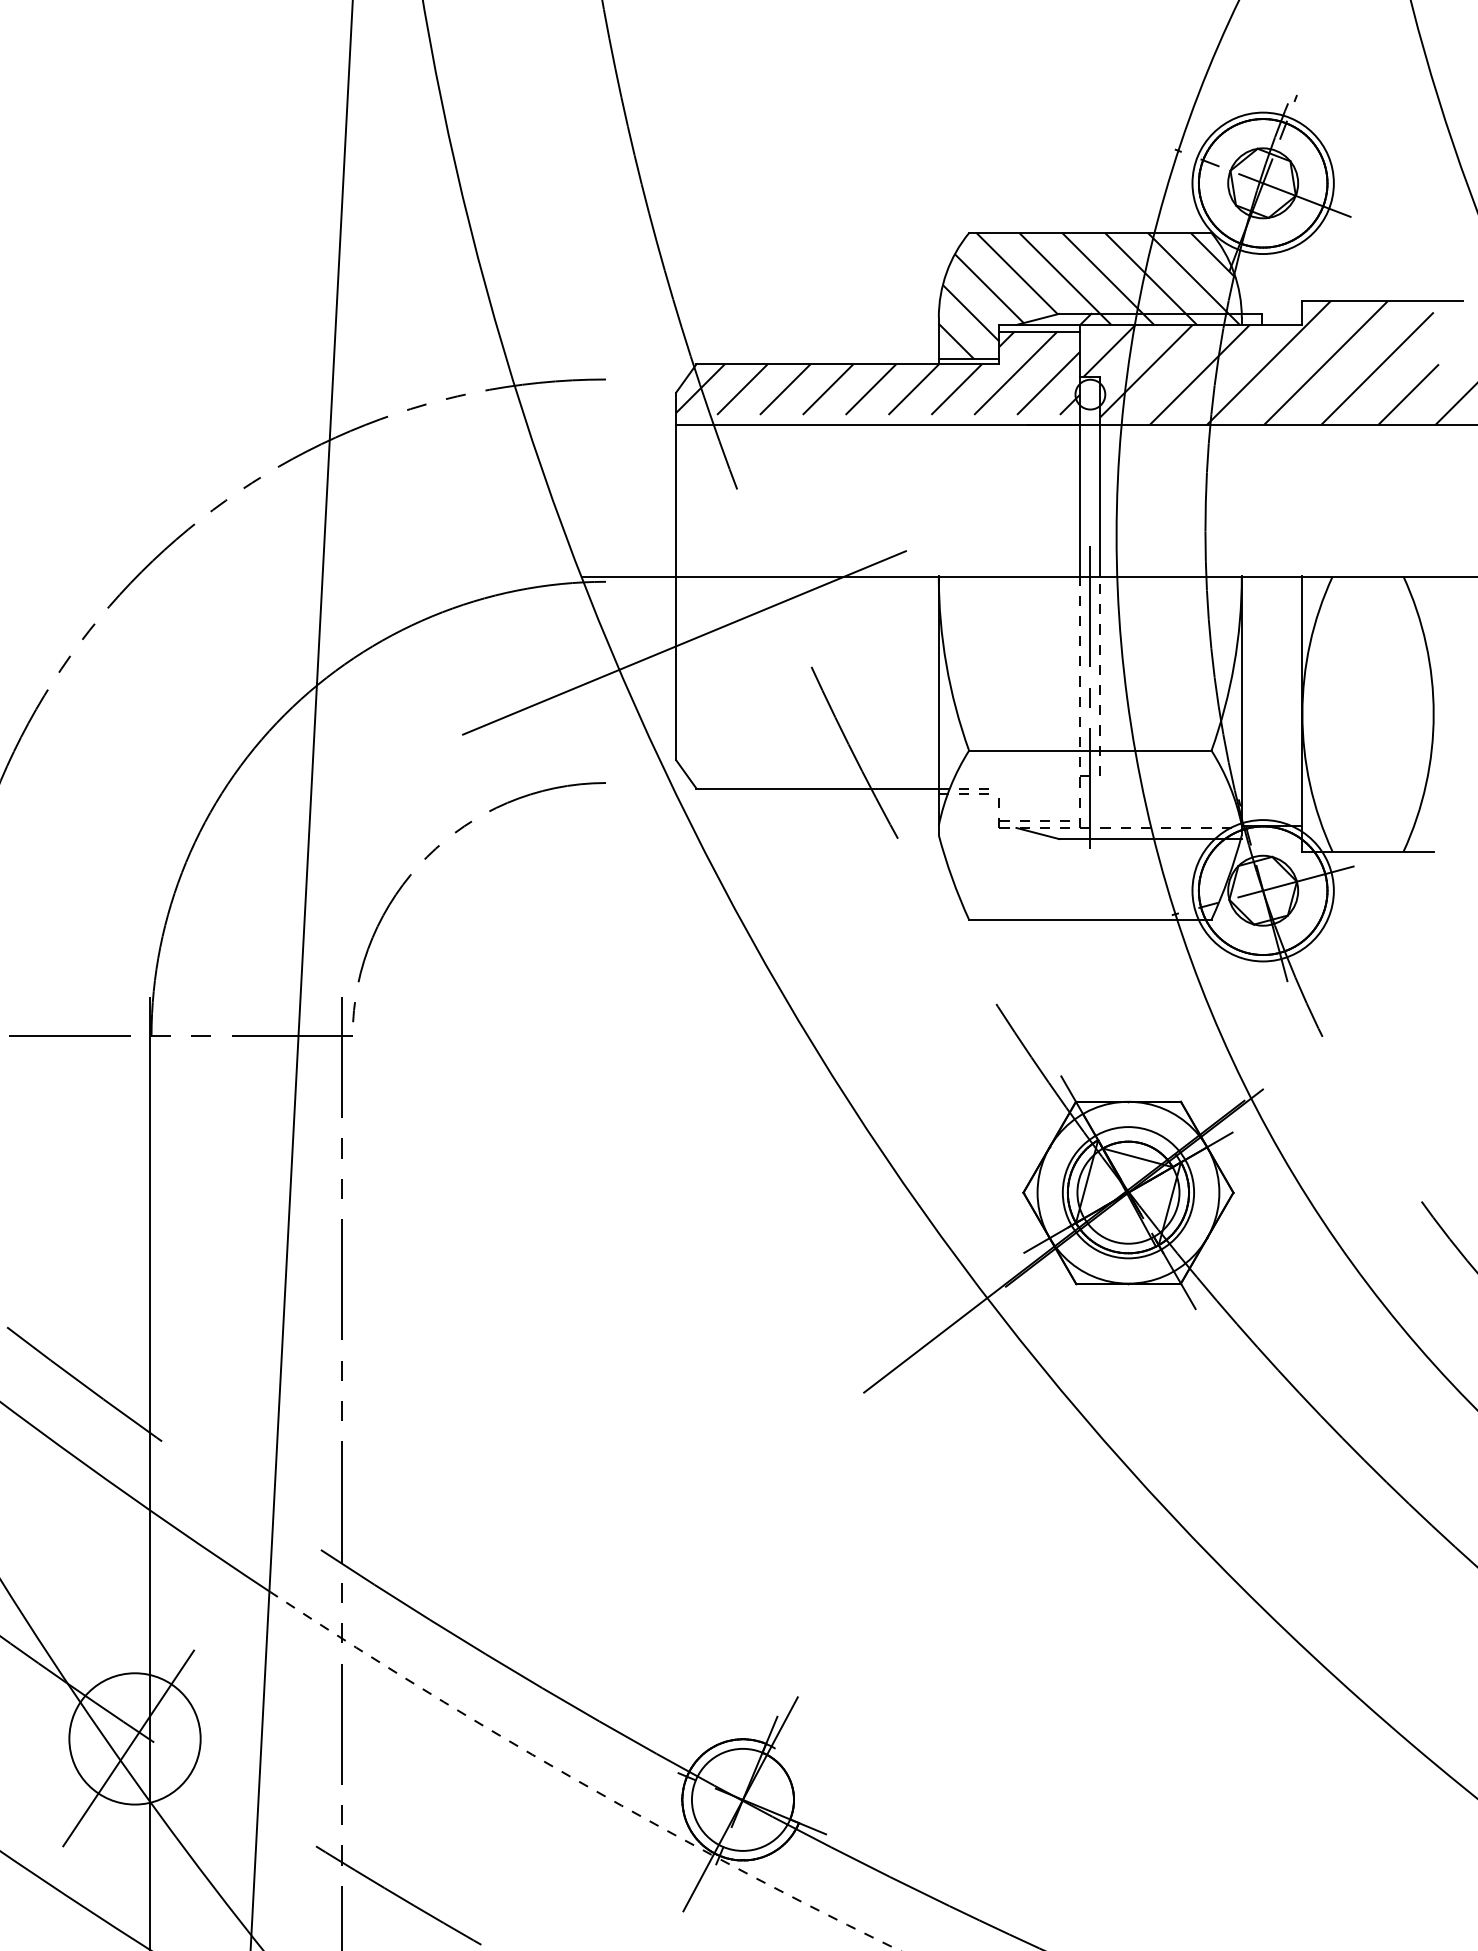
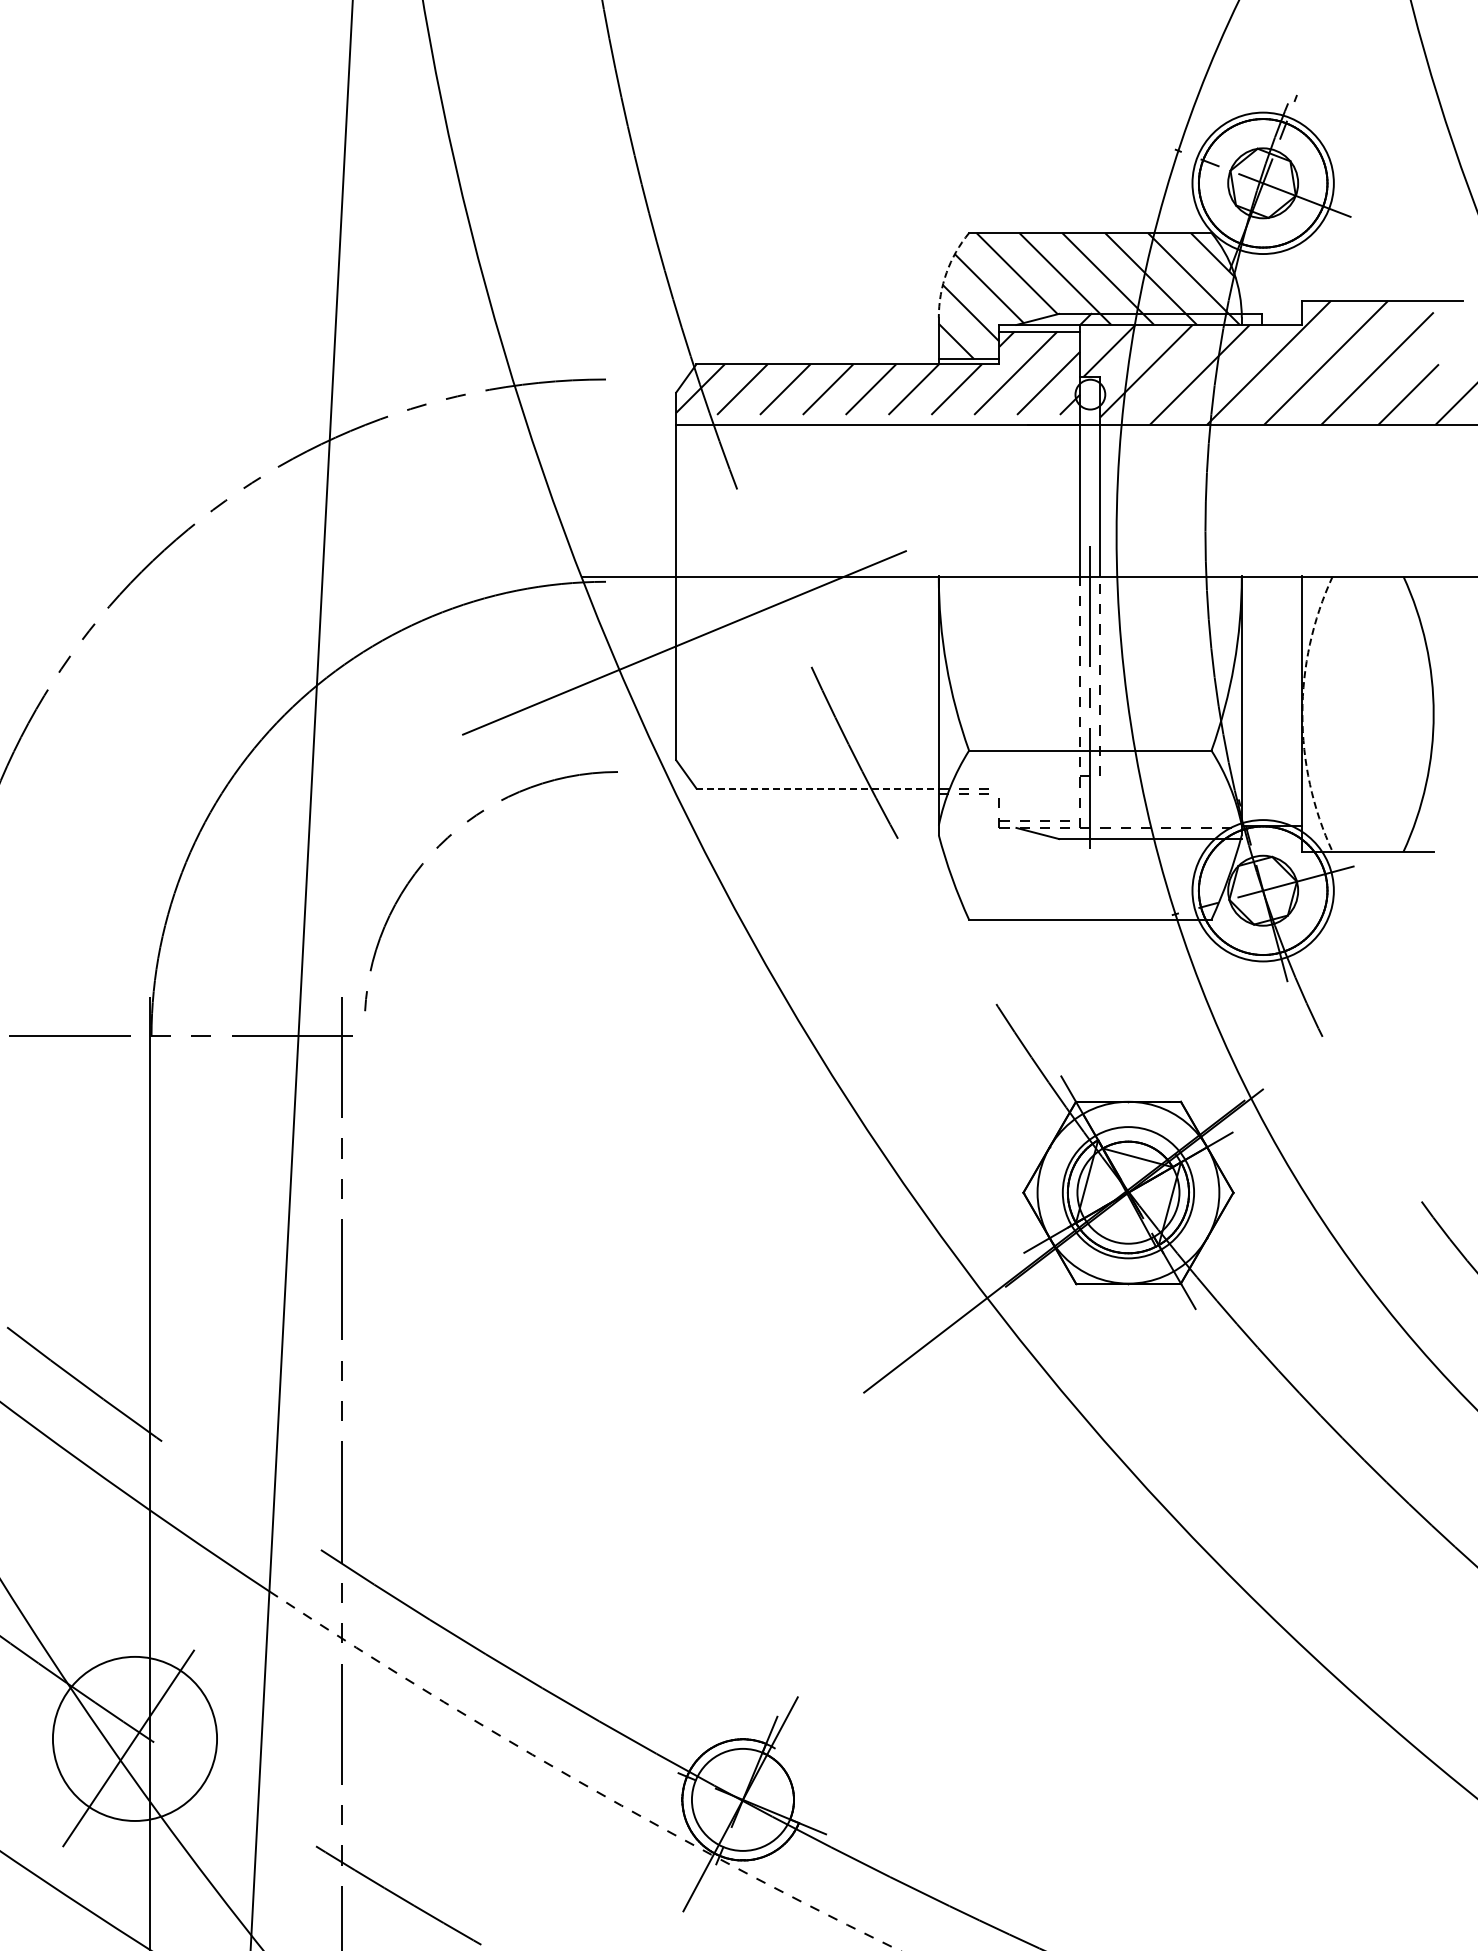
arc at (946, 272): solid -> dashed
arc at (1302, 714): solid -> dashed
line at (818, 788): solid -> dashed
arc at (431, 854) position: (431, 854) -> (443, 843)
circle at (134, 1738) diameter: 131 px -> 164 px
